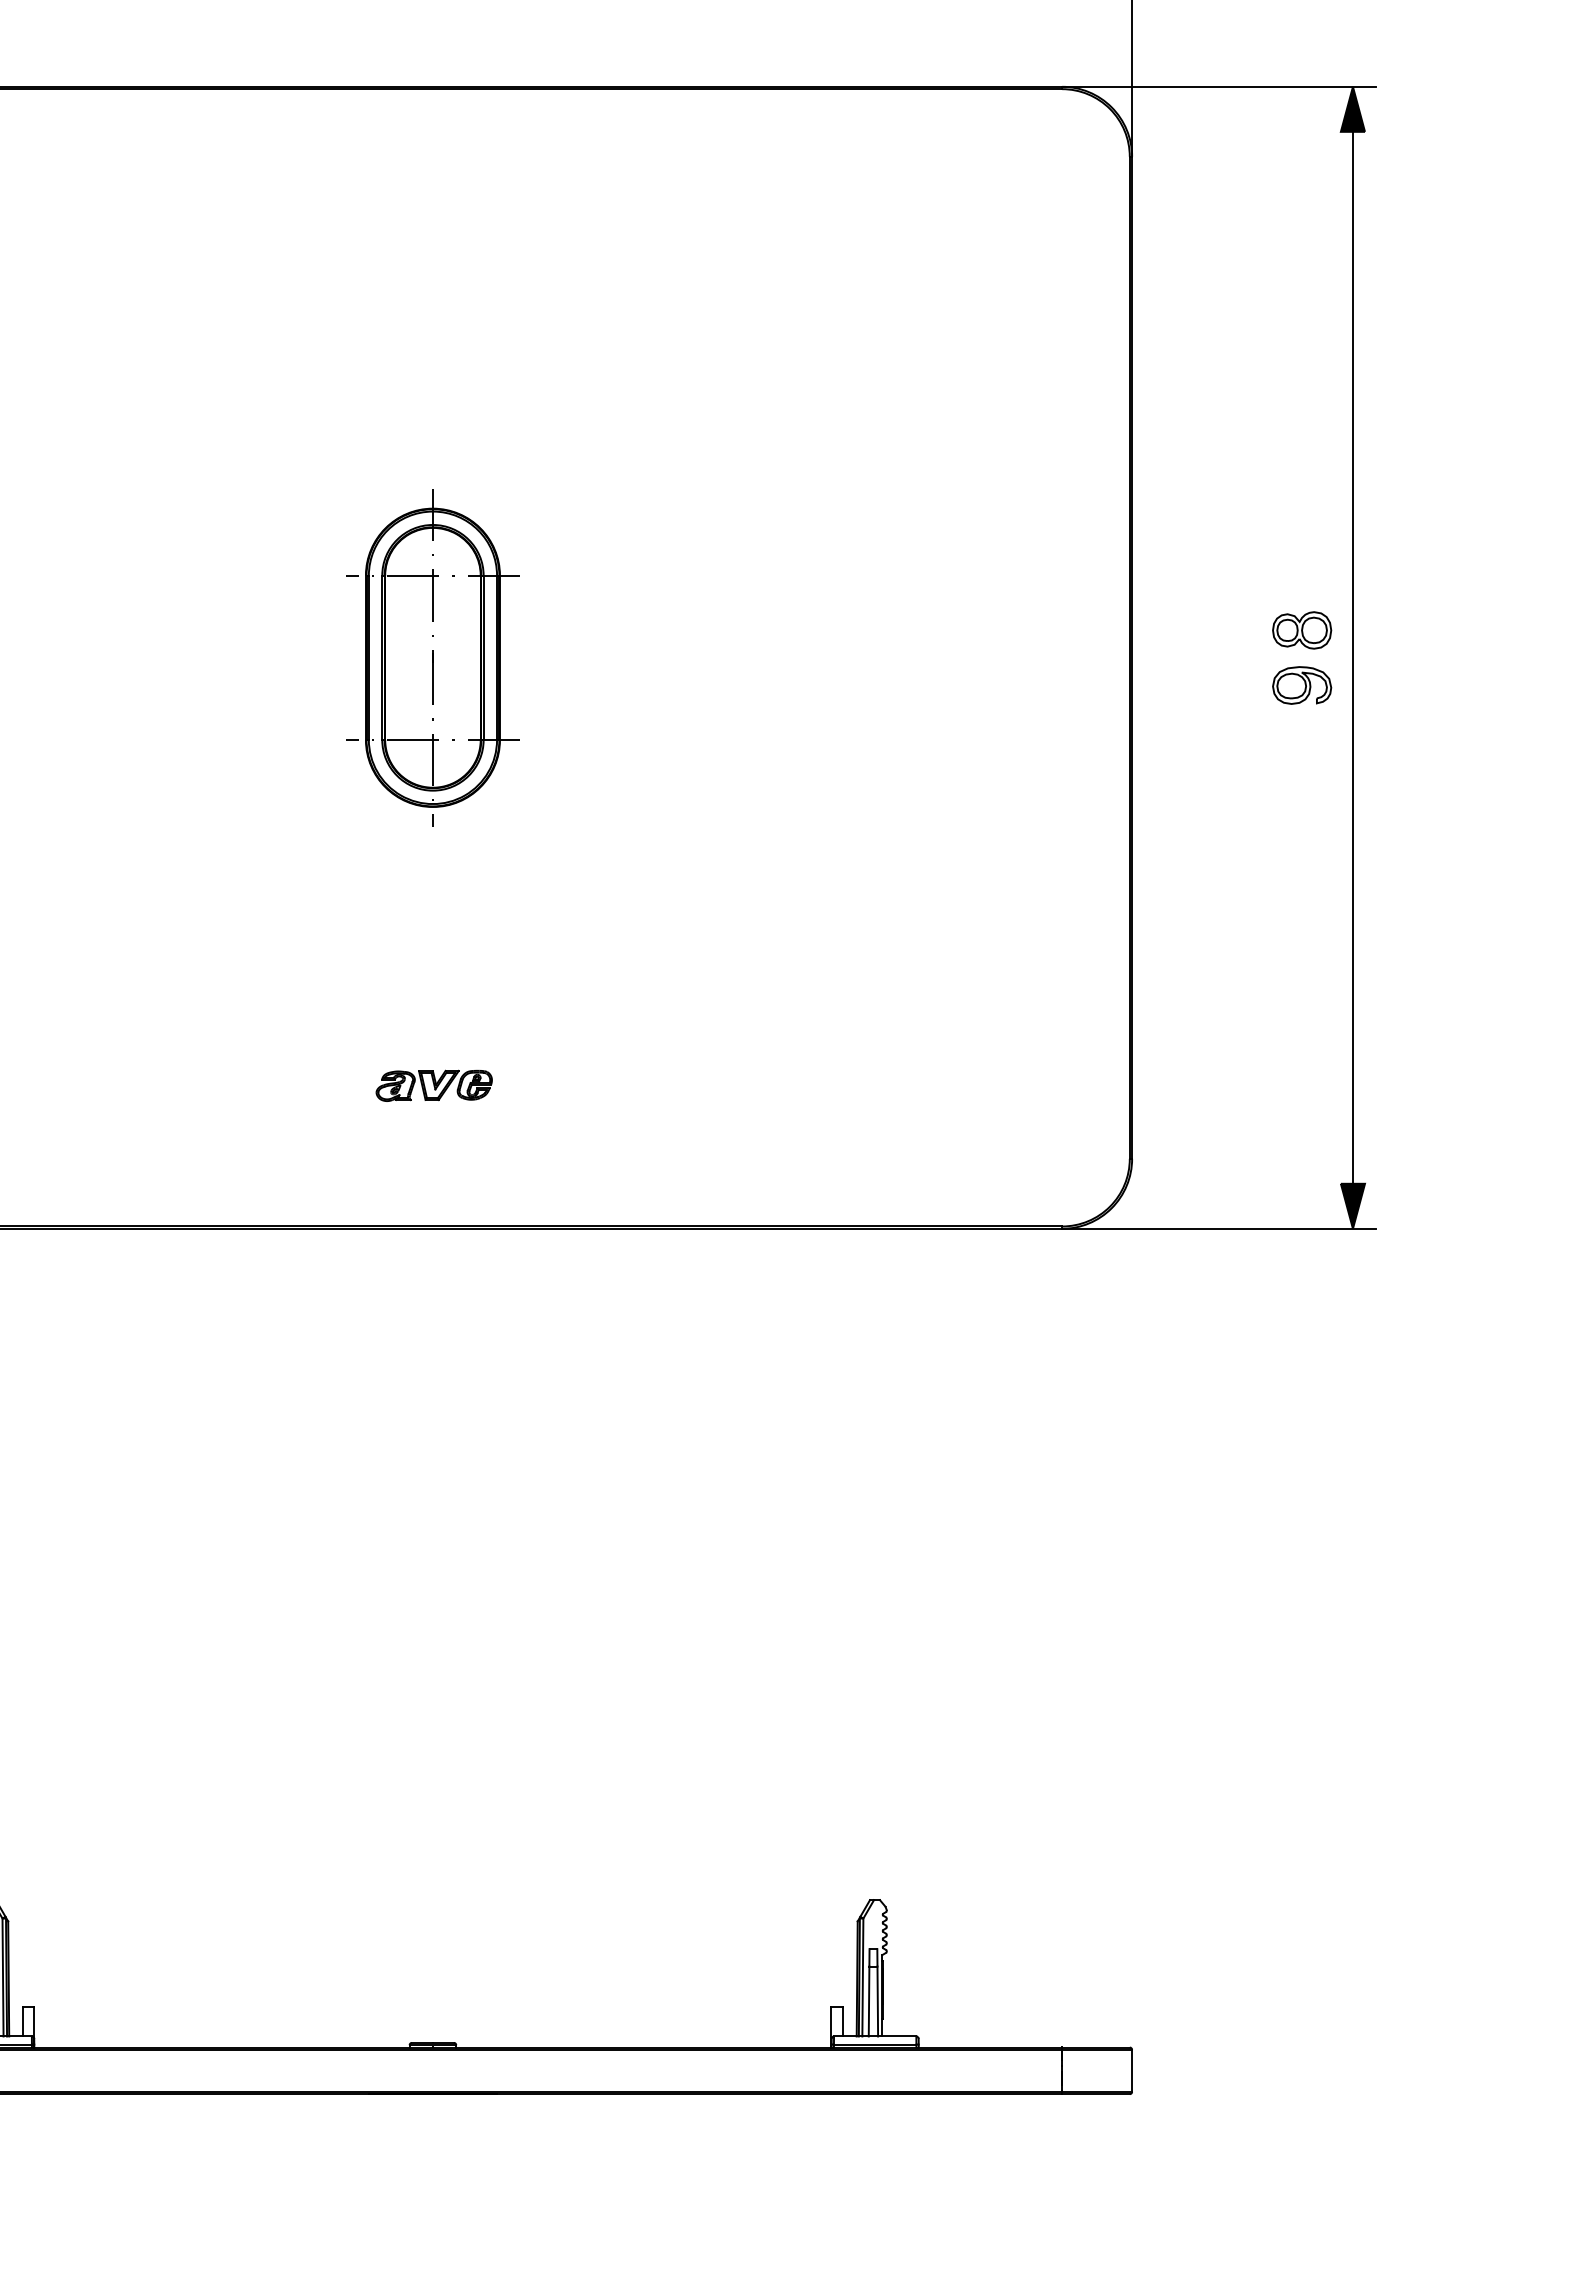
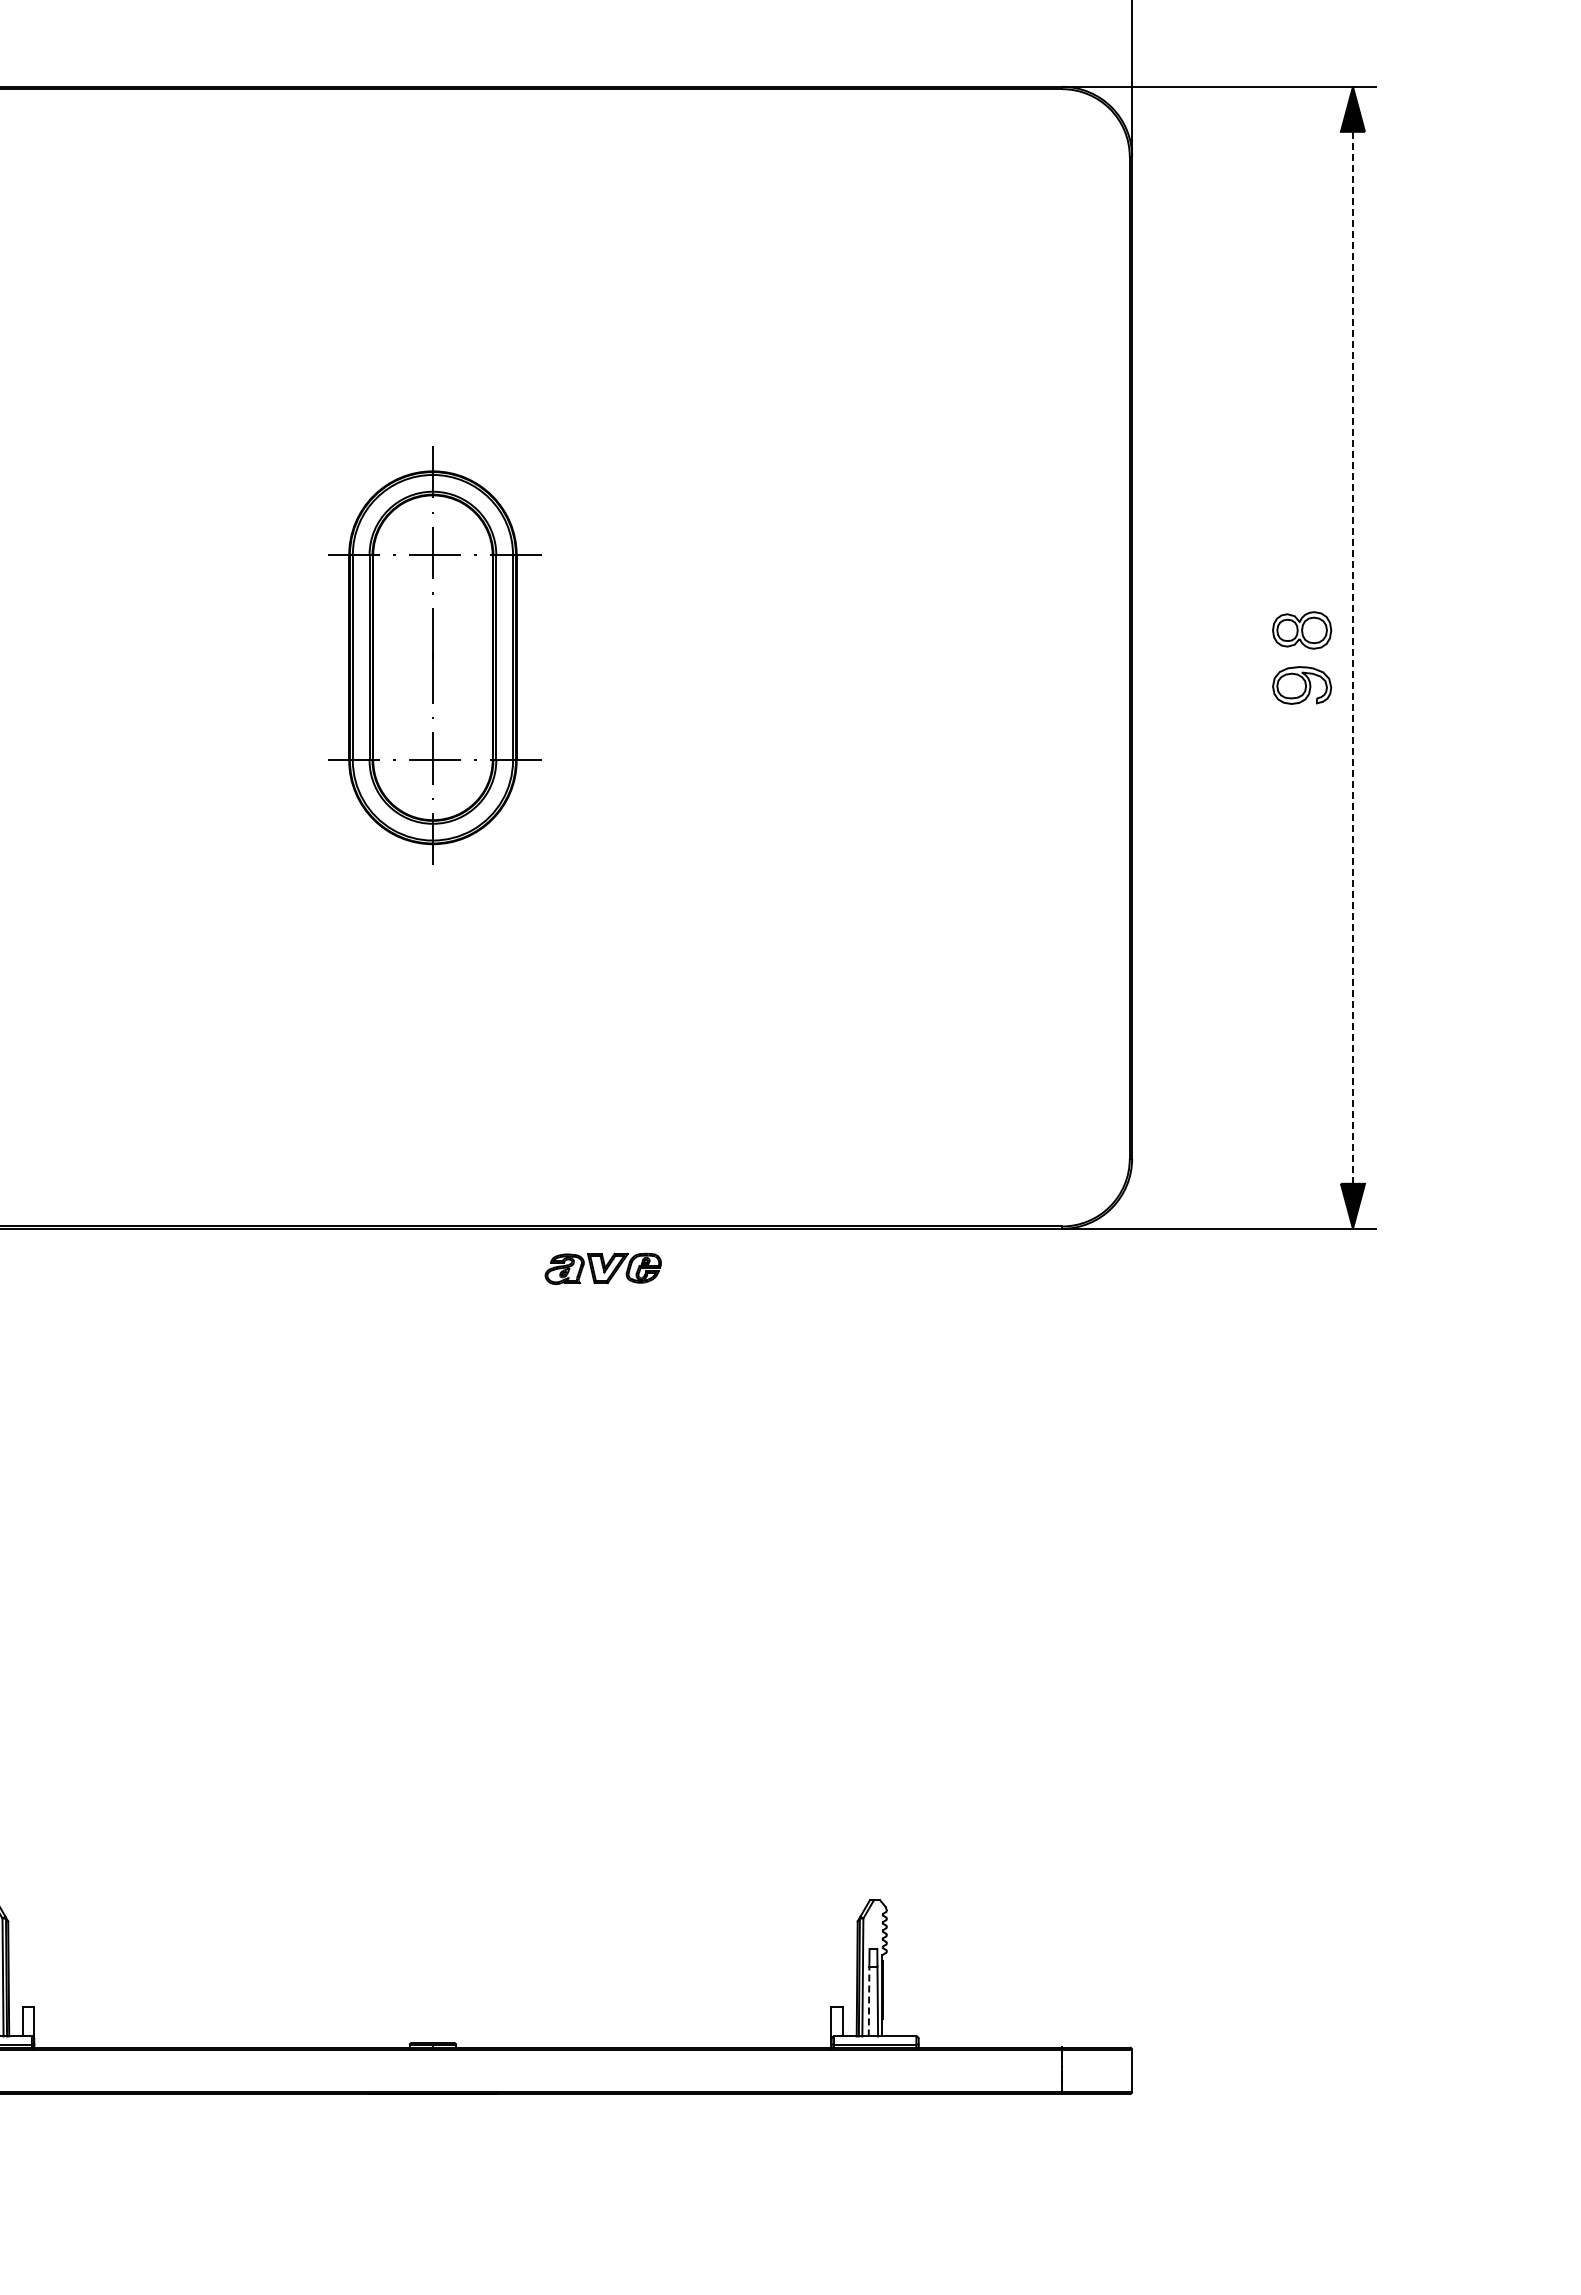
part at (432, 657) size: 174x338 px -> 214x419 px
line at (1352, 657): solid -> dashed
part at (433, 1085) position: (433, 1085) -> (602, 1268)
line at (869, 2001): solid -> dashed
